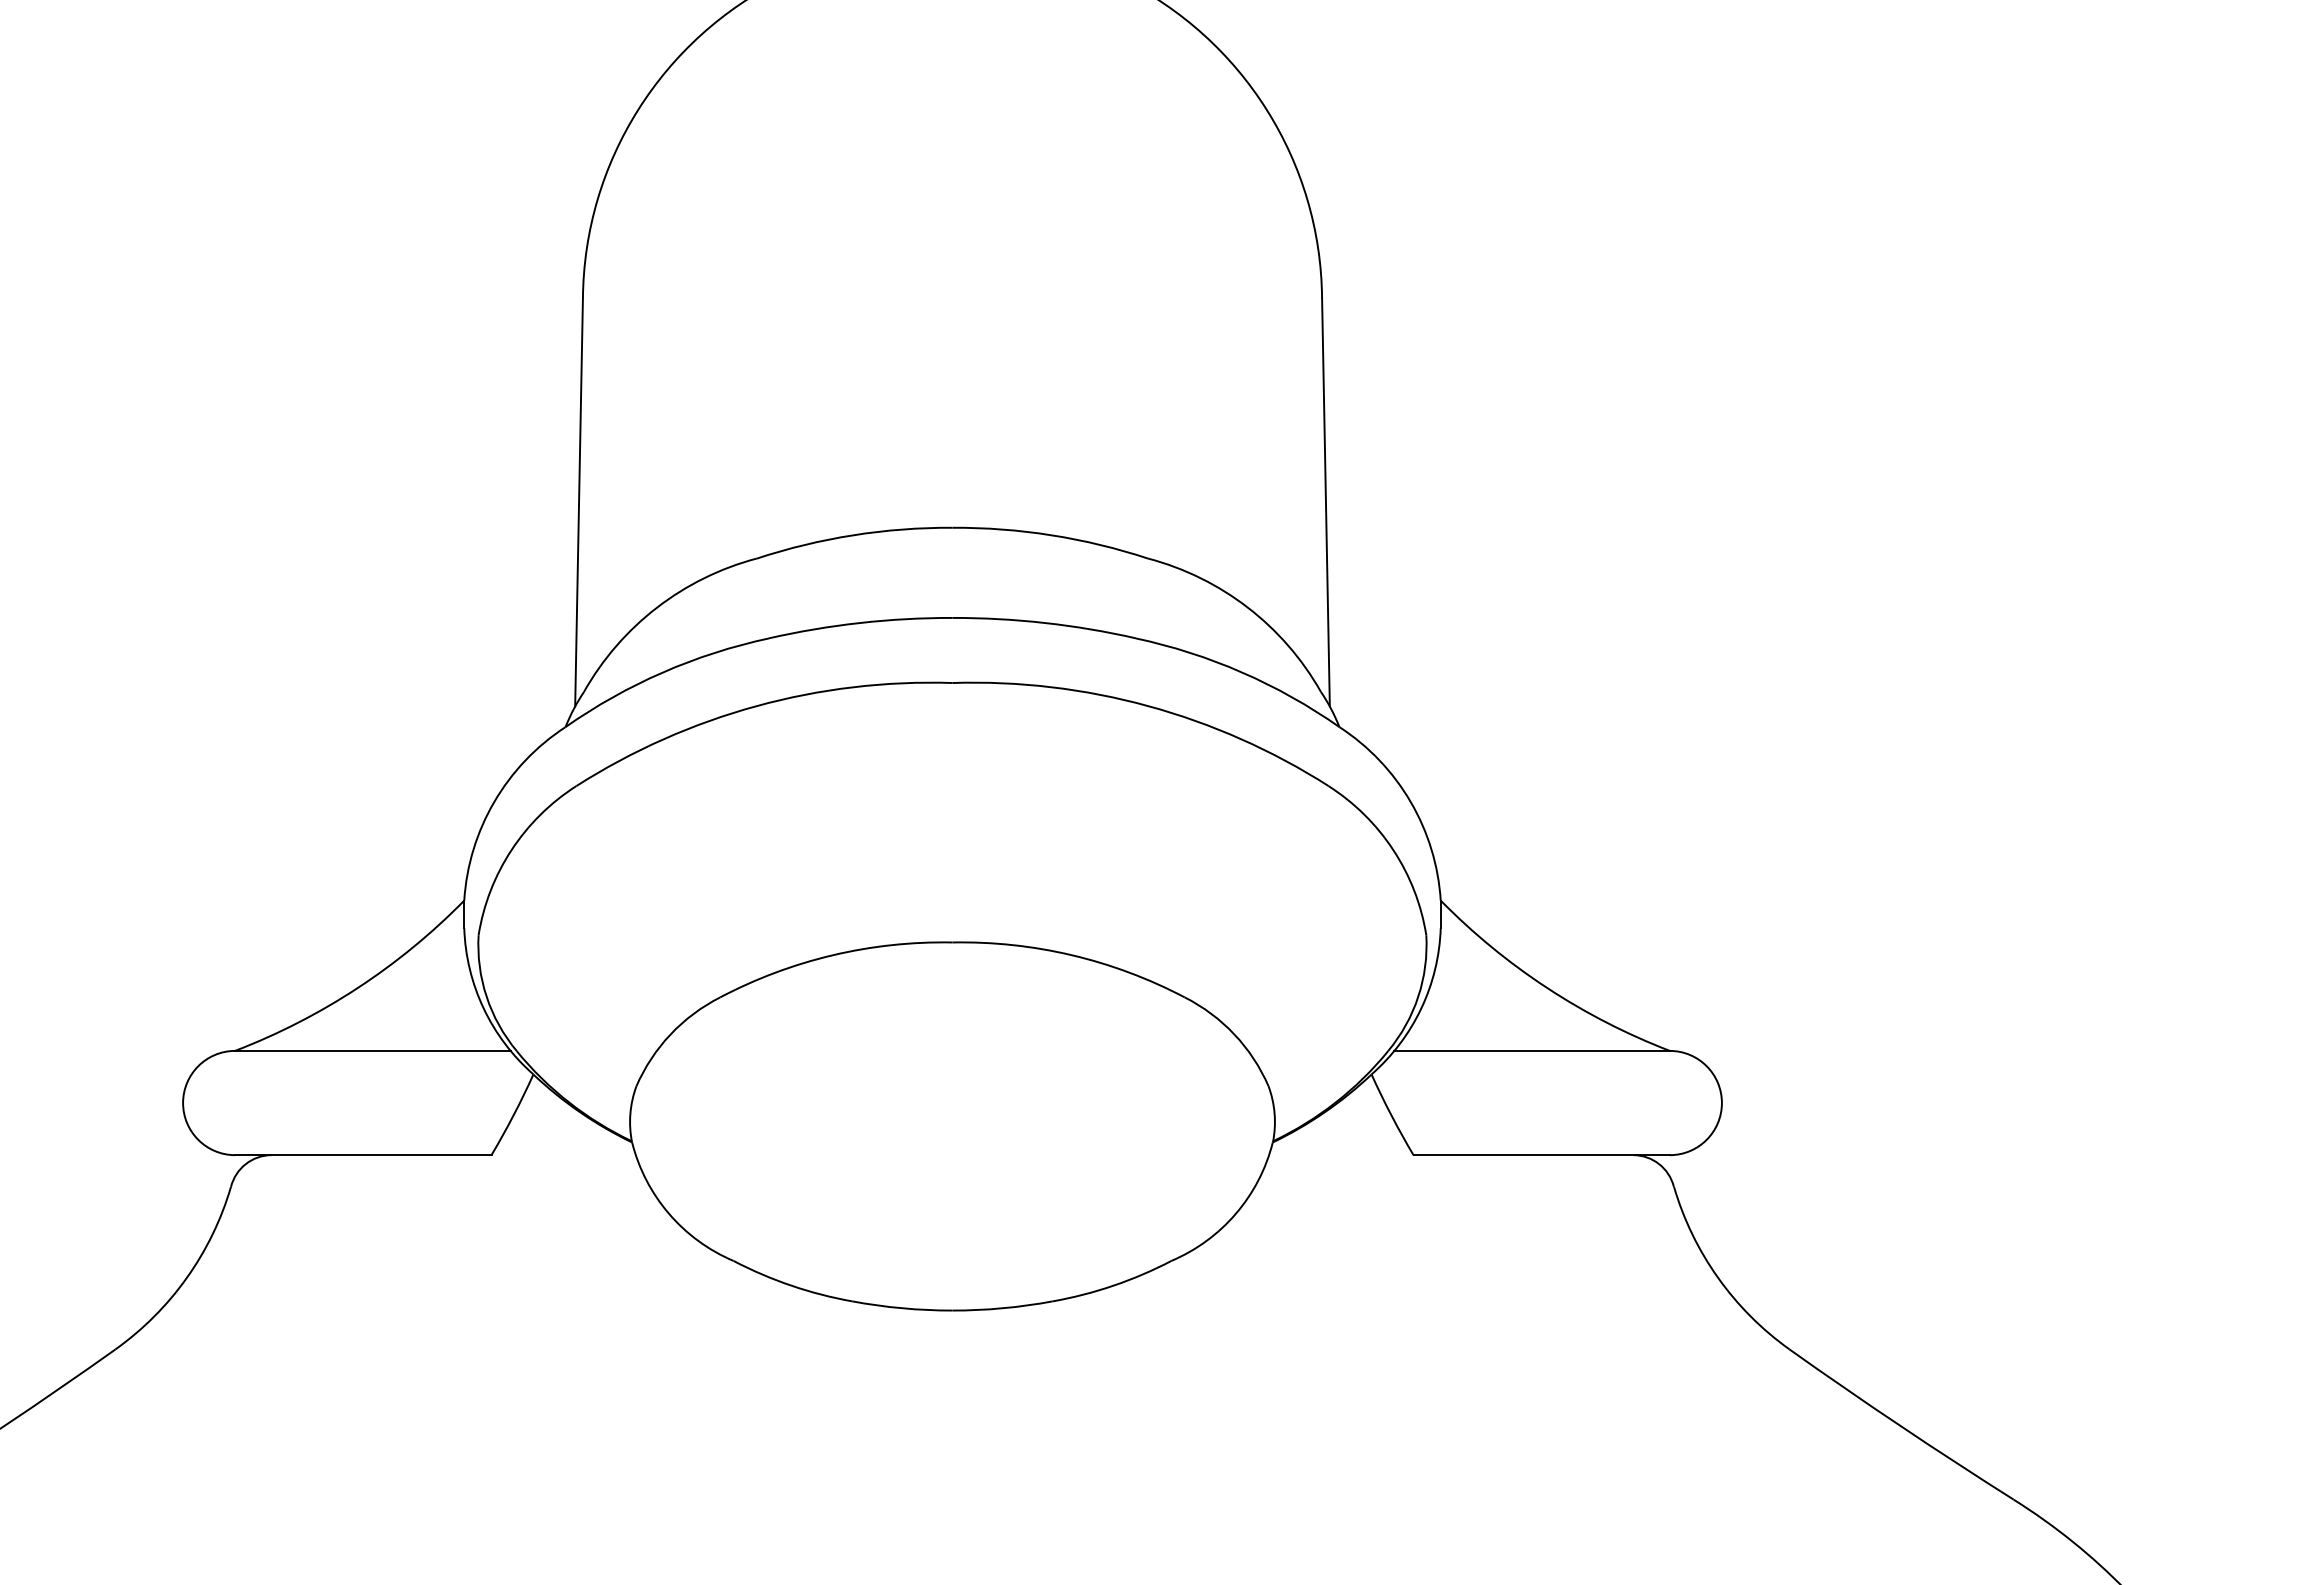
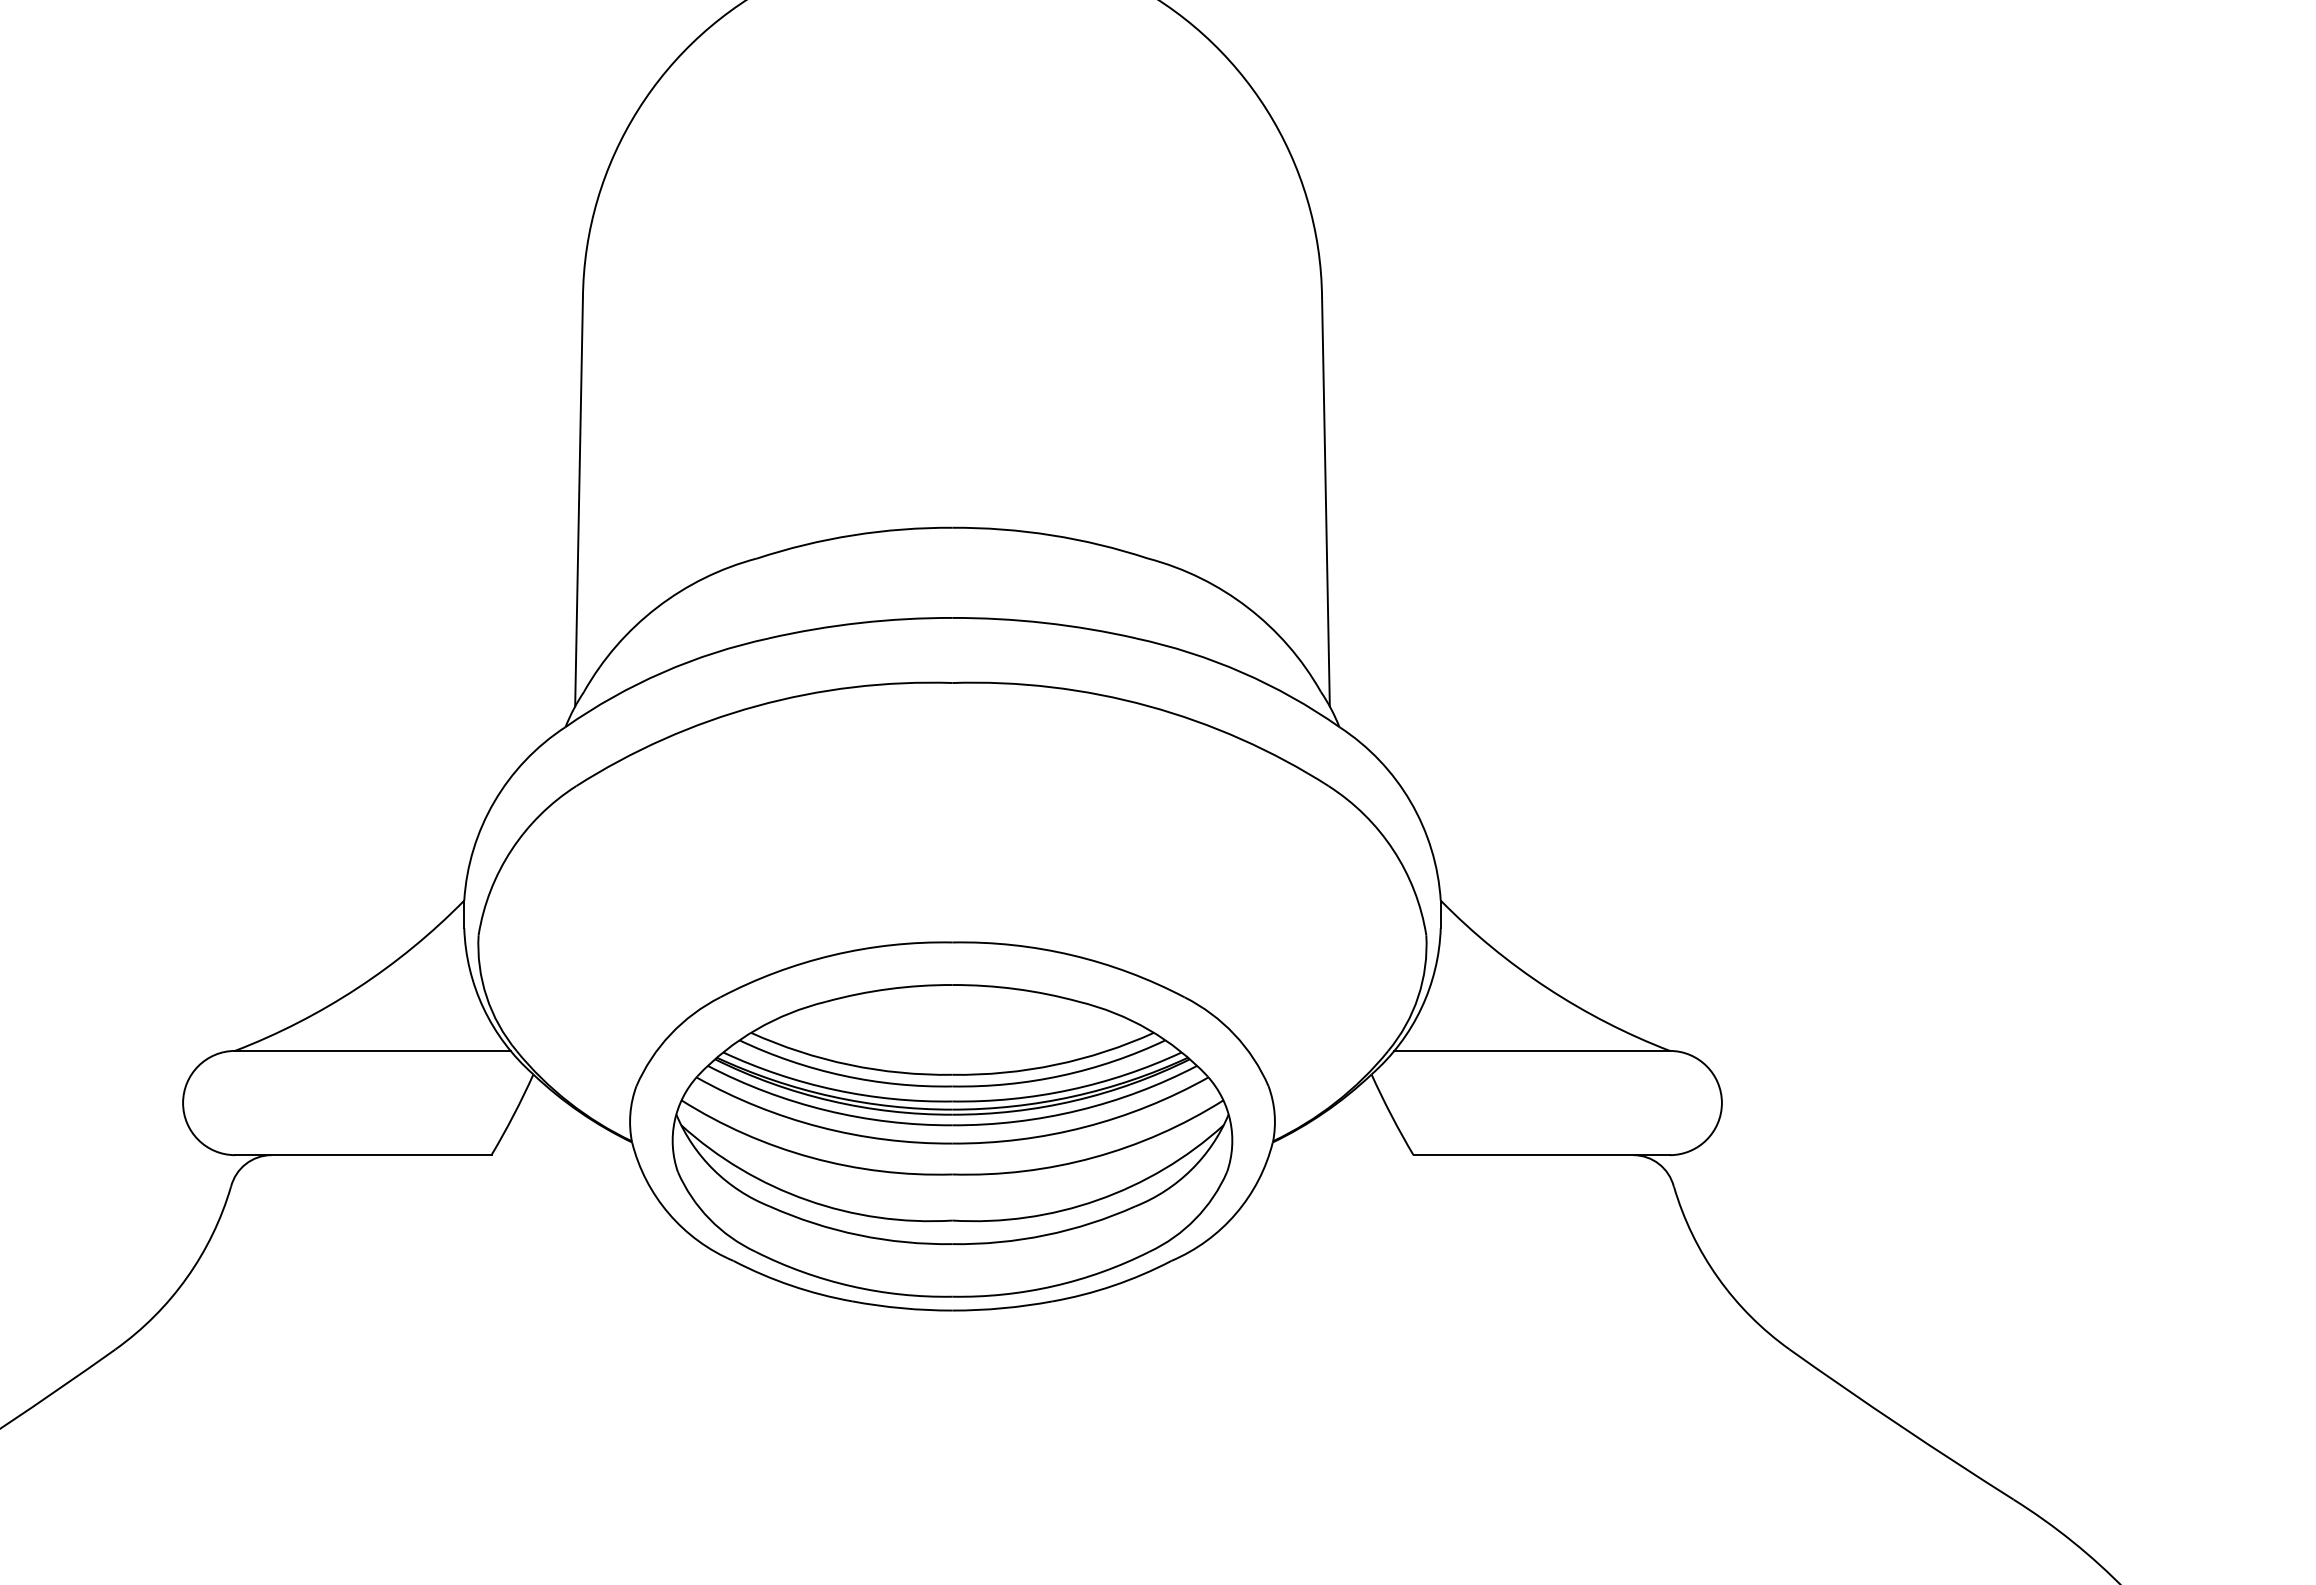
part at (952, 1140): none -> present
